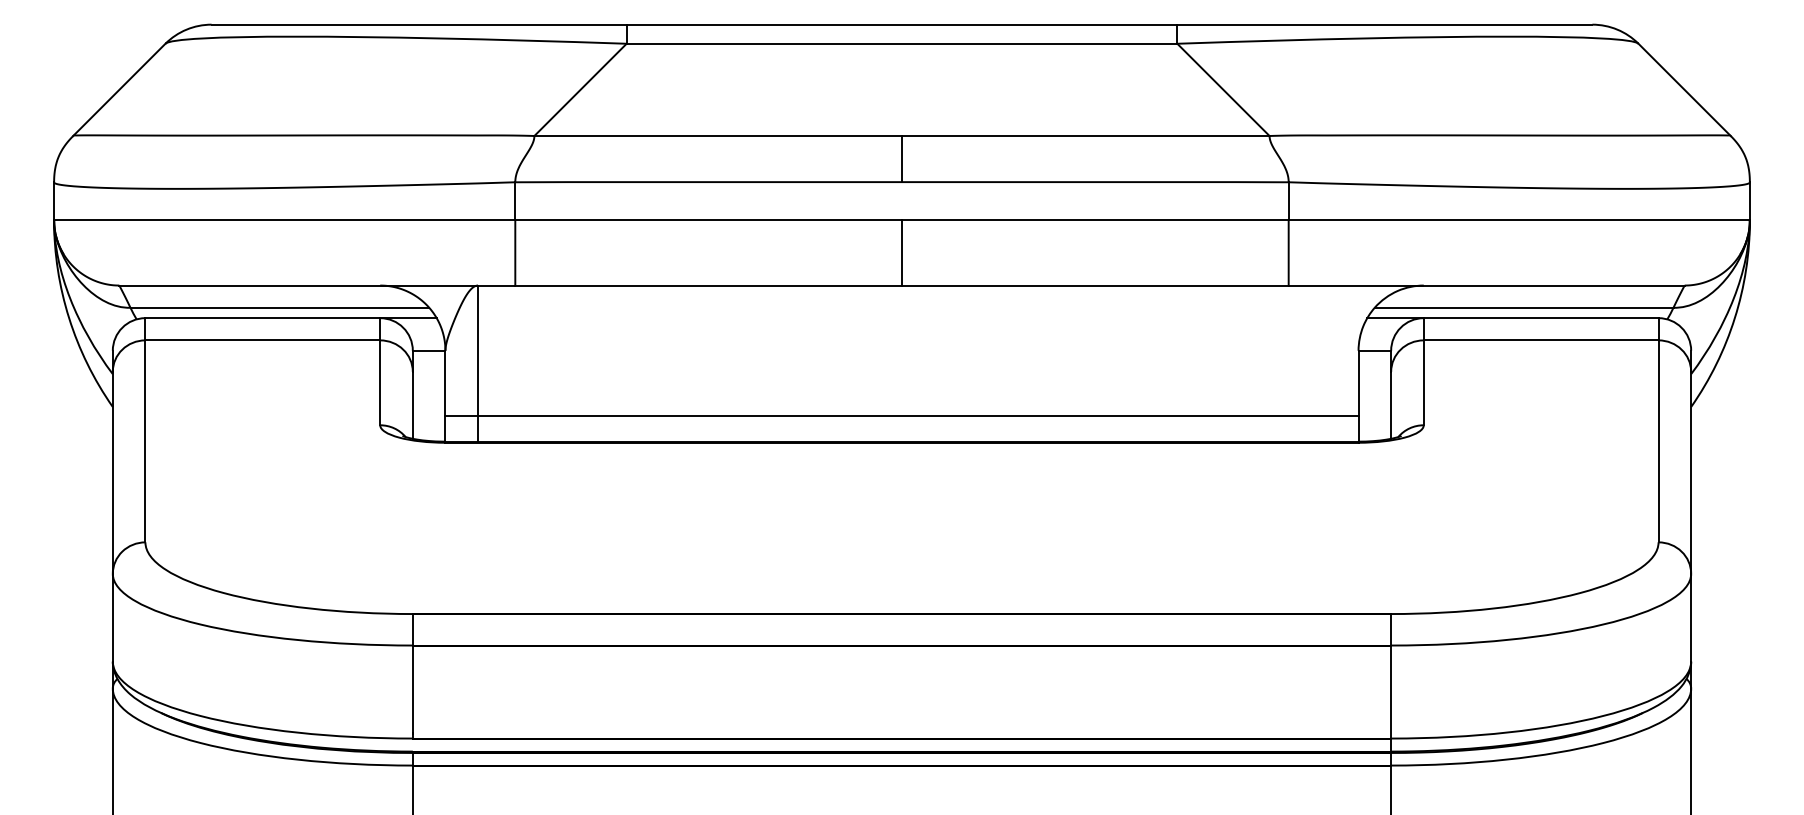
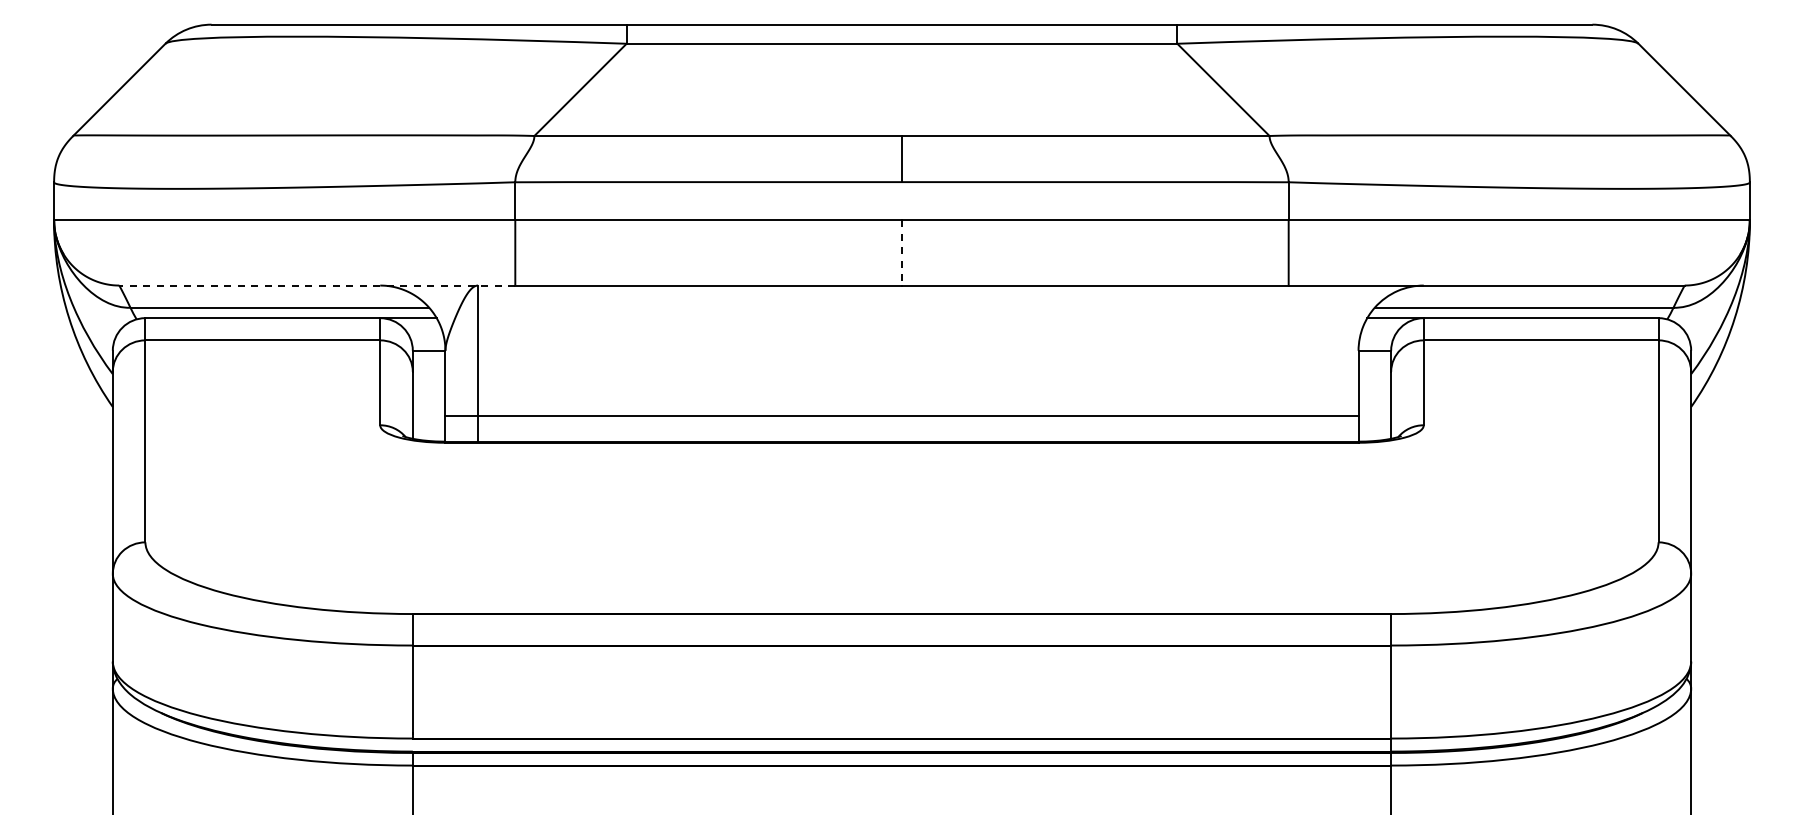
line at (902, 252): solid -> dashed
line at (317, 285): solid -> dashed
